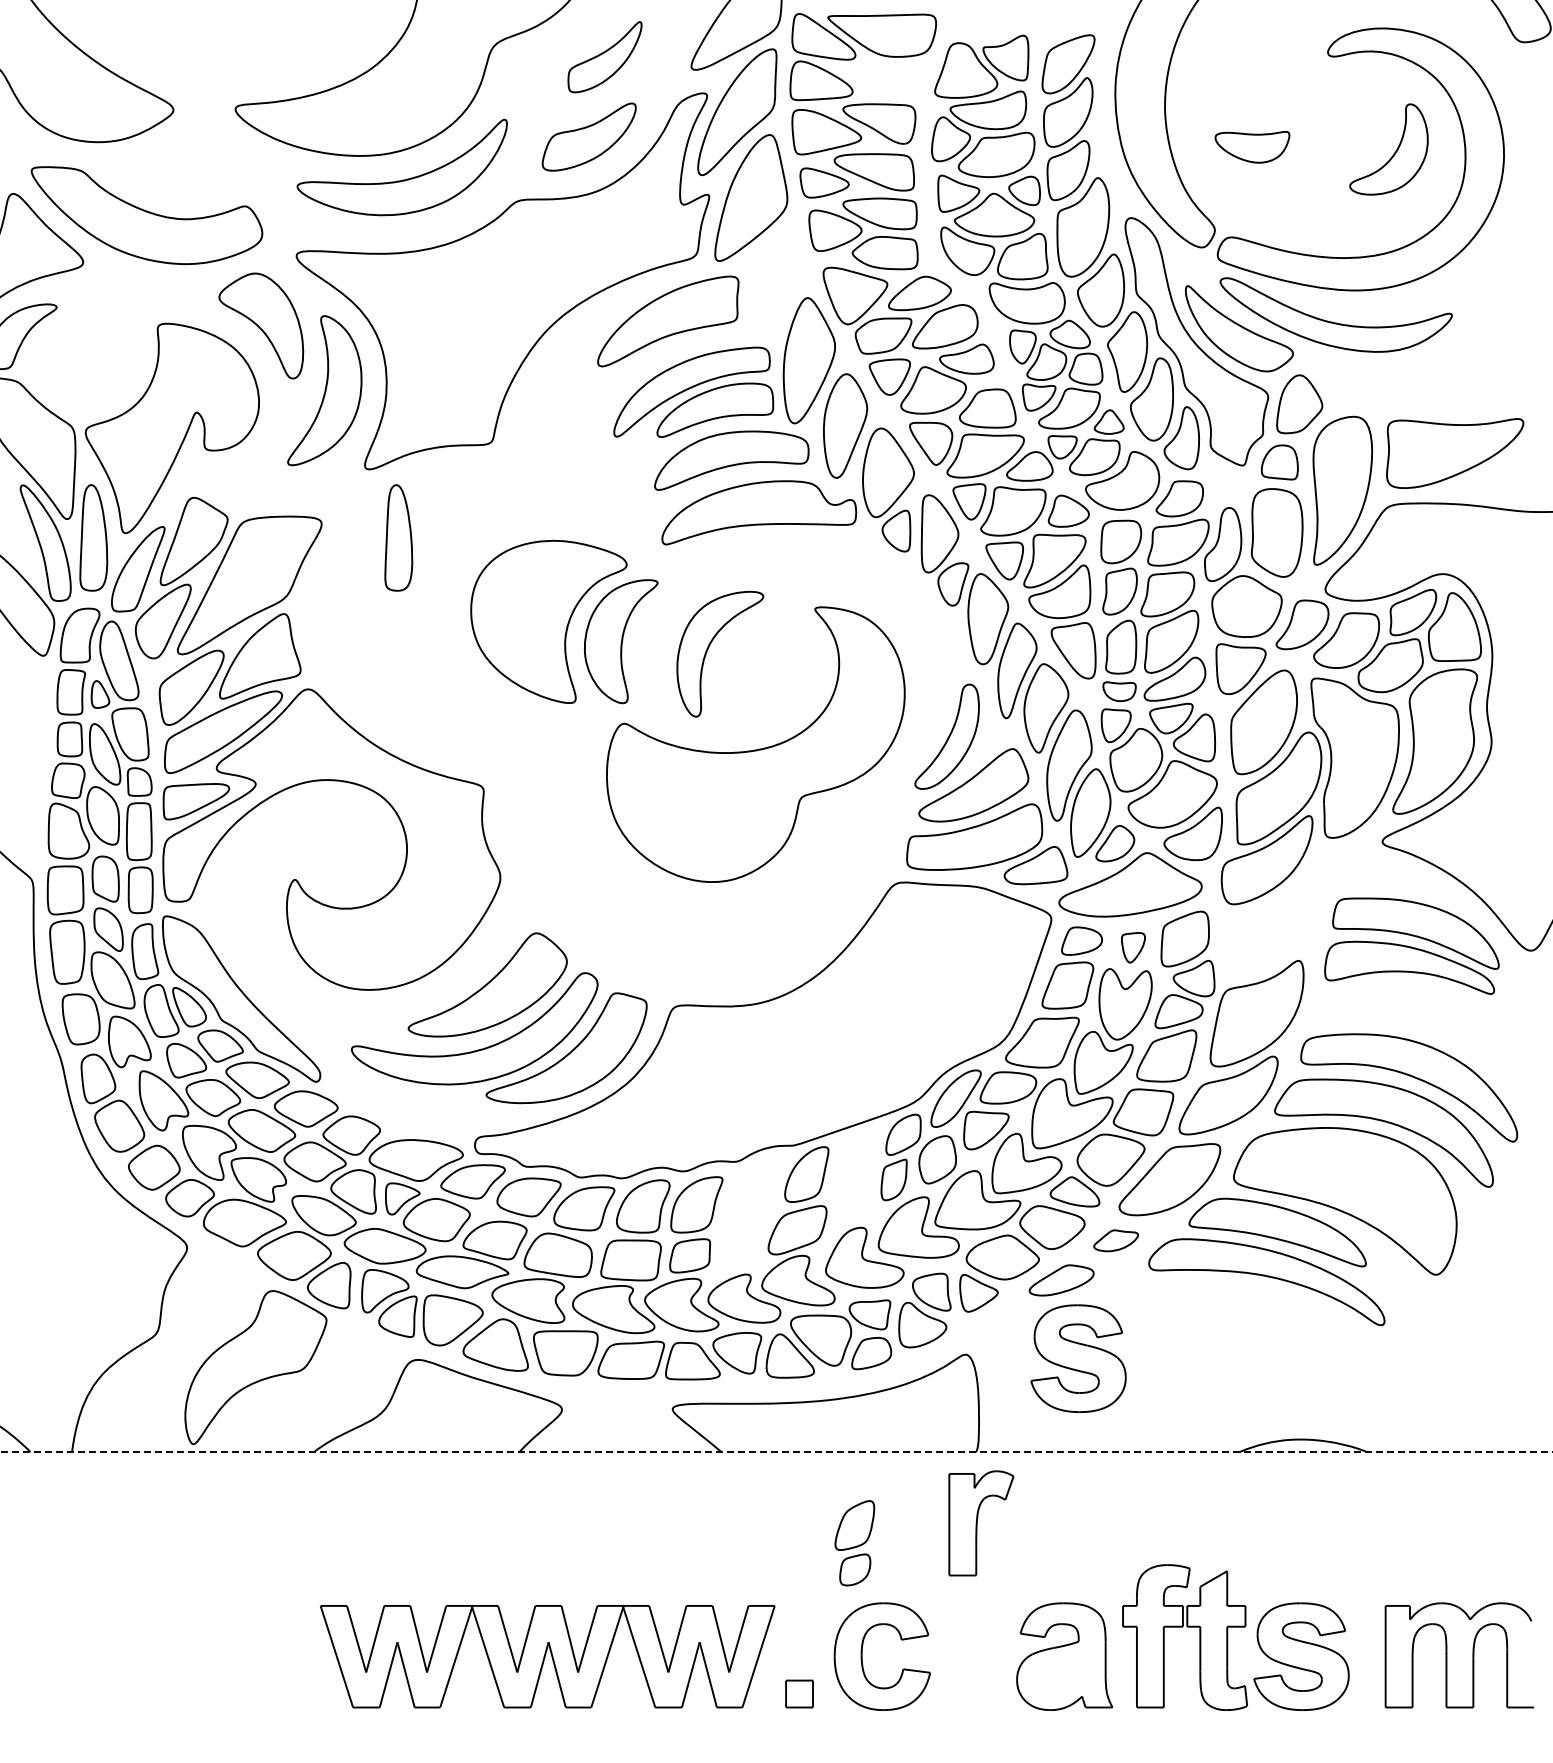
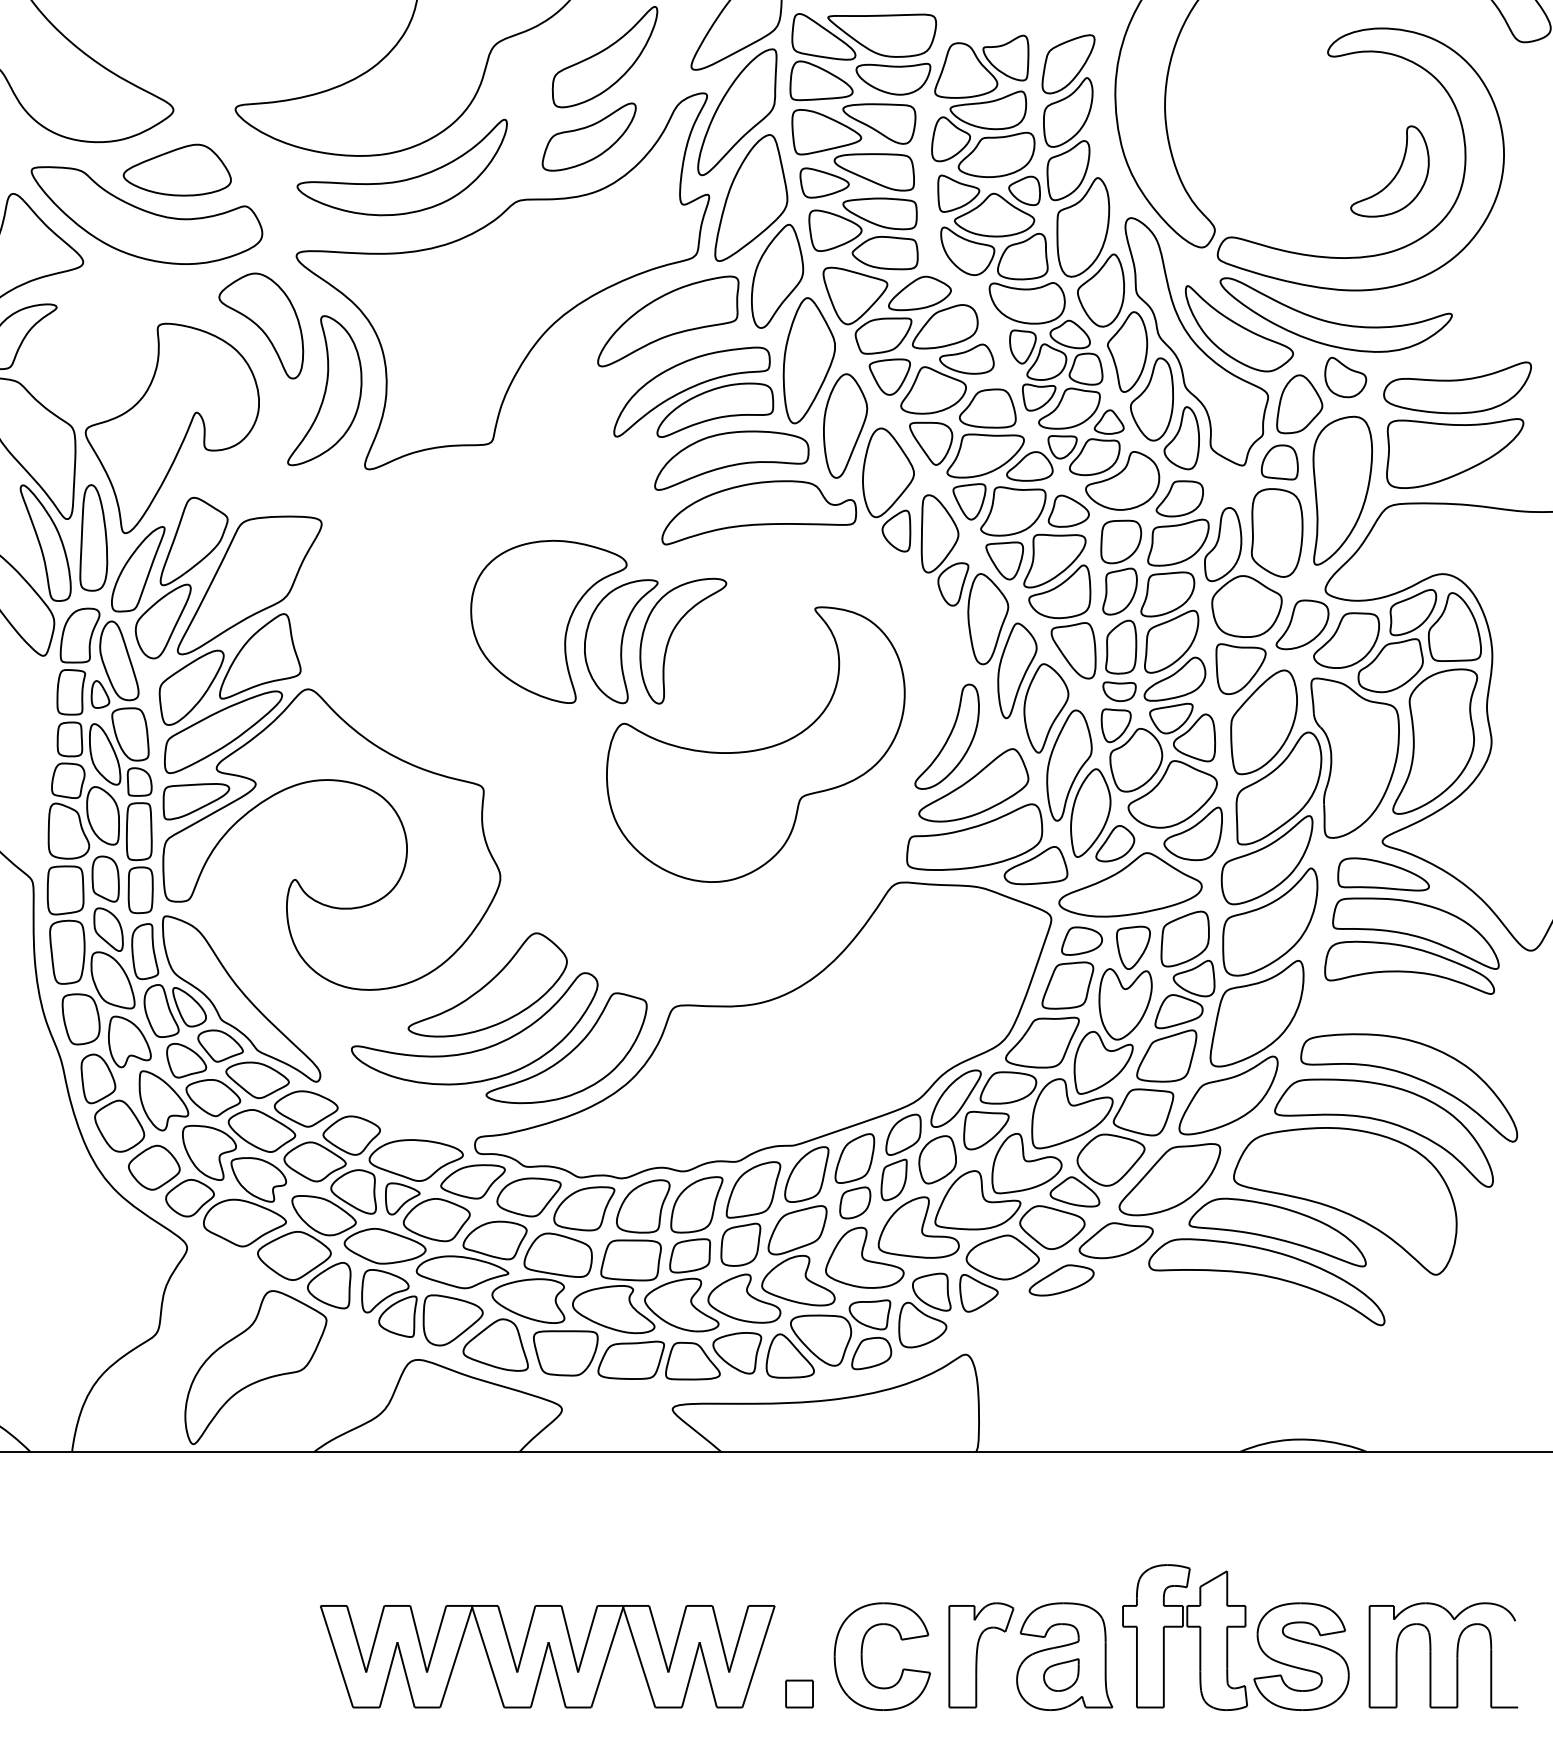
part at (604, 57) size: 76x73 px -> 108x103 px
part at (1252, 147) position: (1252, 147) -> (893, 79)
part at (1393, 153) position: (1393, 153) -> (1394, 175)
part at (176, 169): none -> present
part at (777, 275): none -> present
part at (1345, 377): none -> present
part at (1457, 387): none -> present
part at (398, 537): present -> none
part at (709, 647) position: (709, 647) -> (672, 634)
part at (1383, 874): none -> present
part at (1270, 921): none -> present
part at (1133, 947) size: 25x32 px -> 35x45 px
part at (750, 1213): none -> present
part at (1115, 1240) size: 46x24 px -> 76x38 px
part at (1078, 1358): present -> none
line at (776, 1452): dashed -> solid
part at (981, 1523) position: (981, 1523) -> (981, 1655)
part at (854, 1543) position: (854, 1543) -> (854, 1176)
part at (1447, 1655) position: (1447, 1655) -> (1431, 1655)
part at (1061, 1674): none -> present
